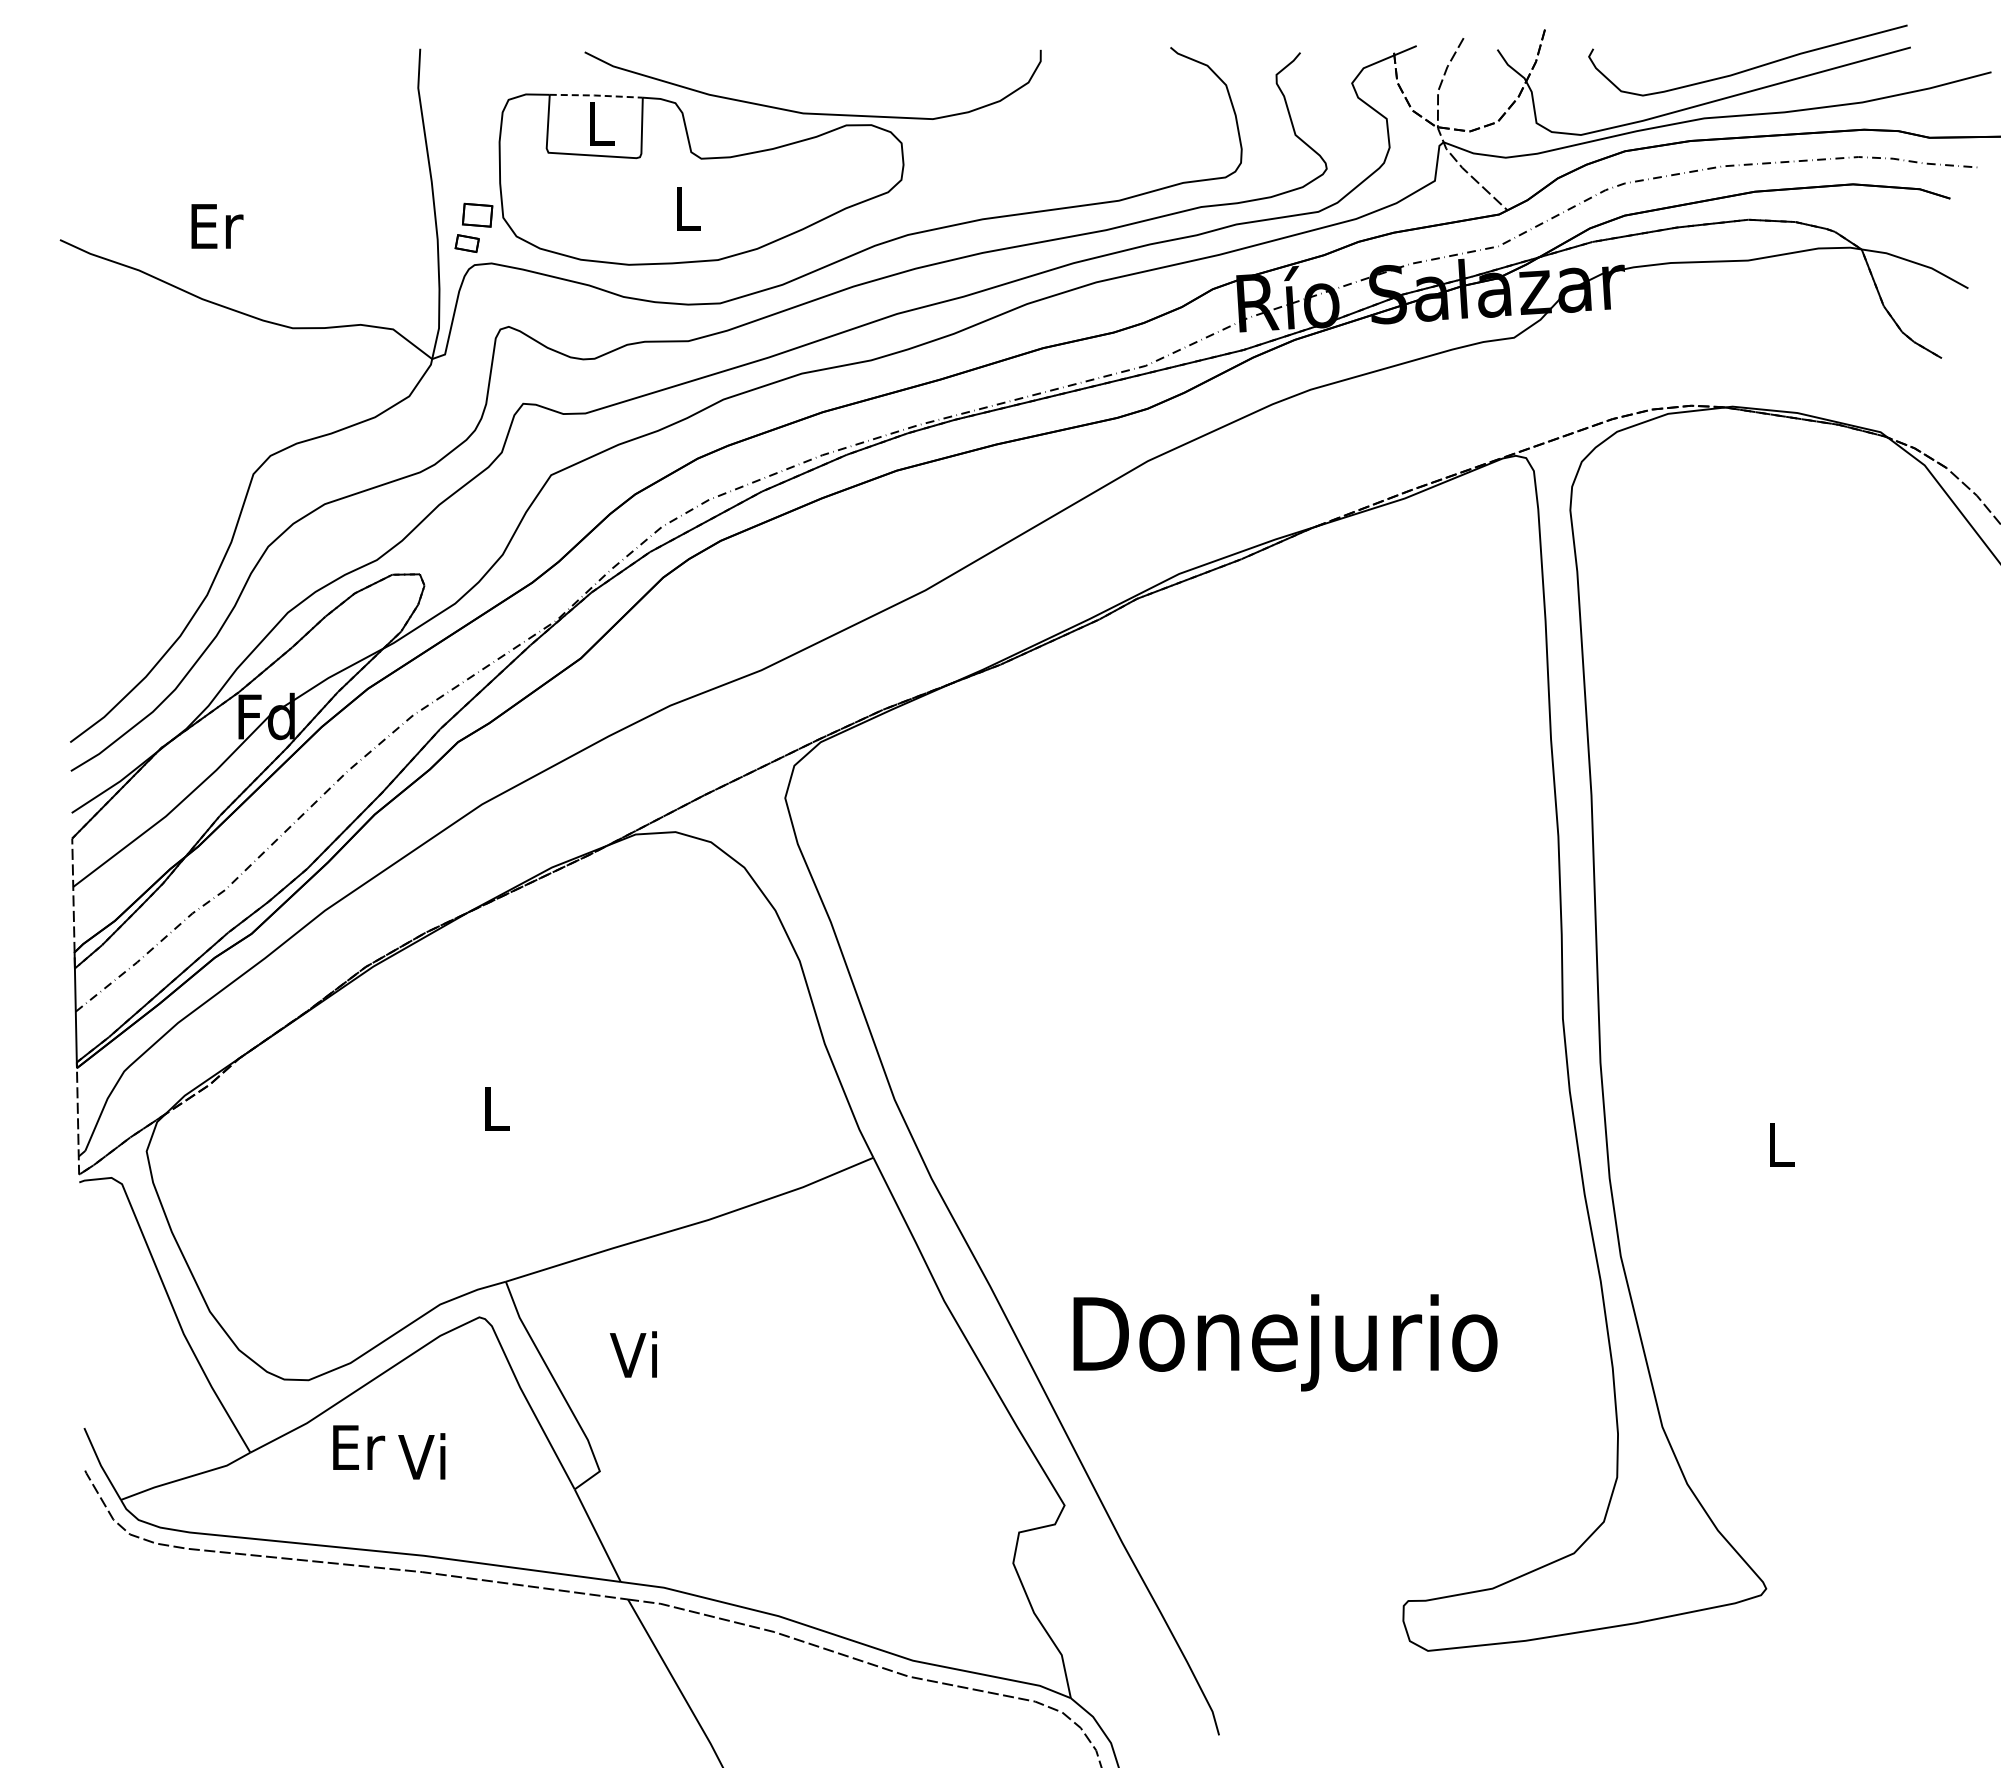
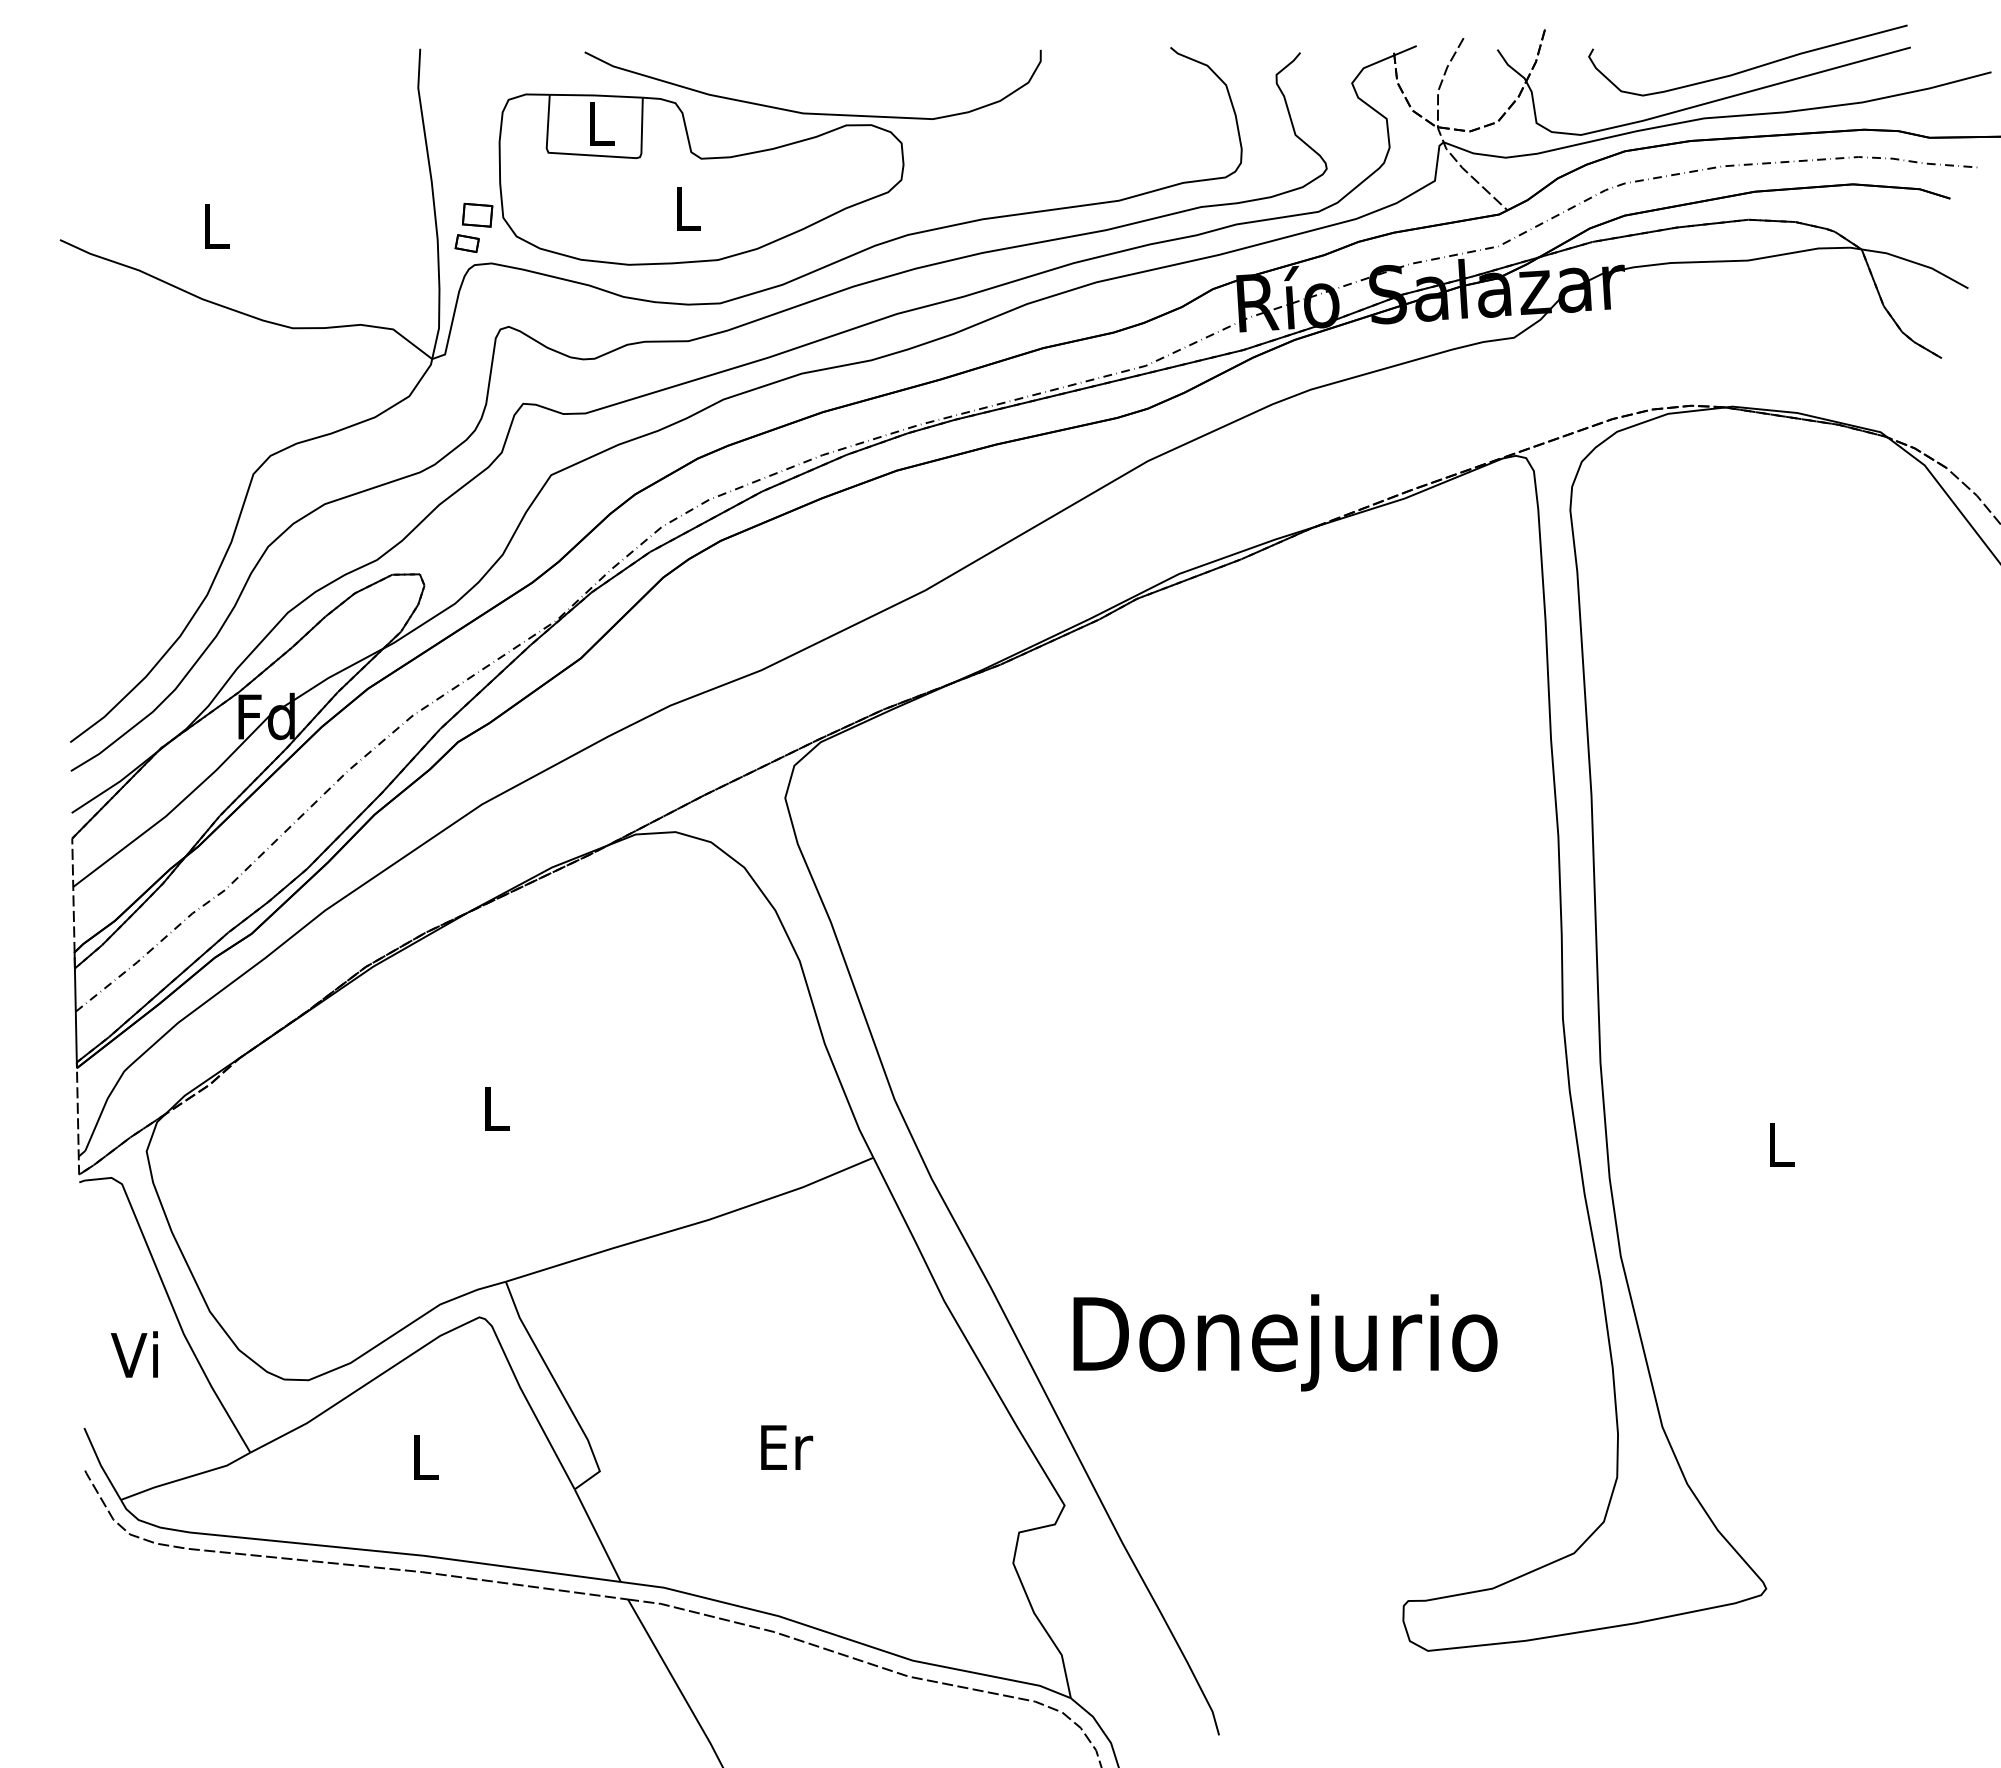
line at (596, 95): dashed -> solid
text at (217, 226): Er -> L
text at (633, 1354) position: (633, 1354) -> (134, 1354)
text at (359, 1447) position: (359, 1447) -> (787, 1447)
text at (421, 1456): Vi -> L
